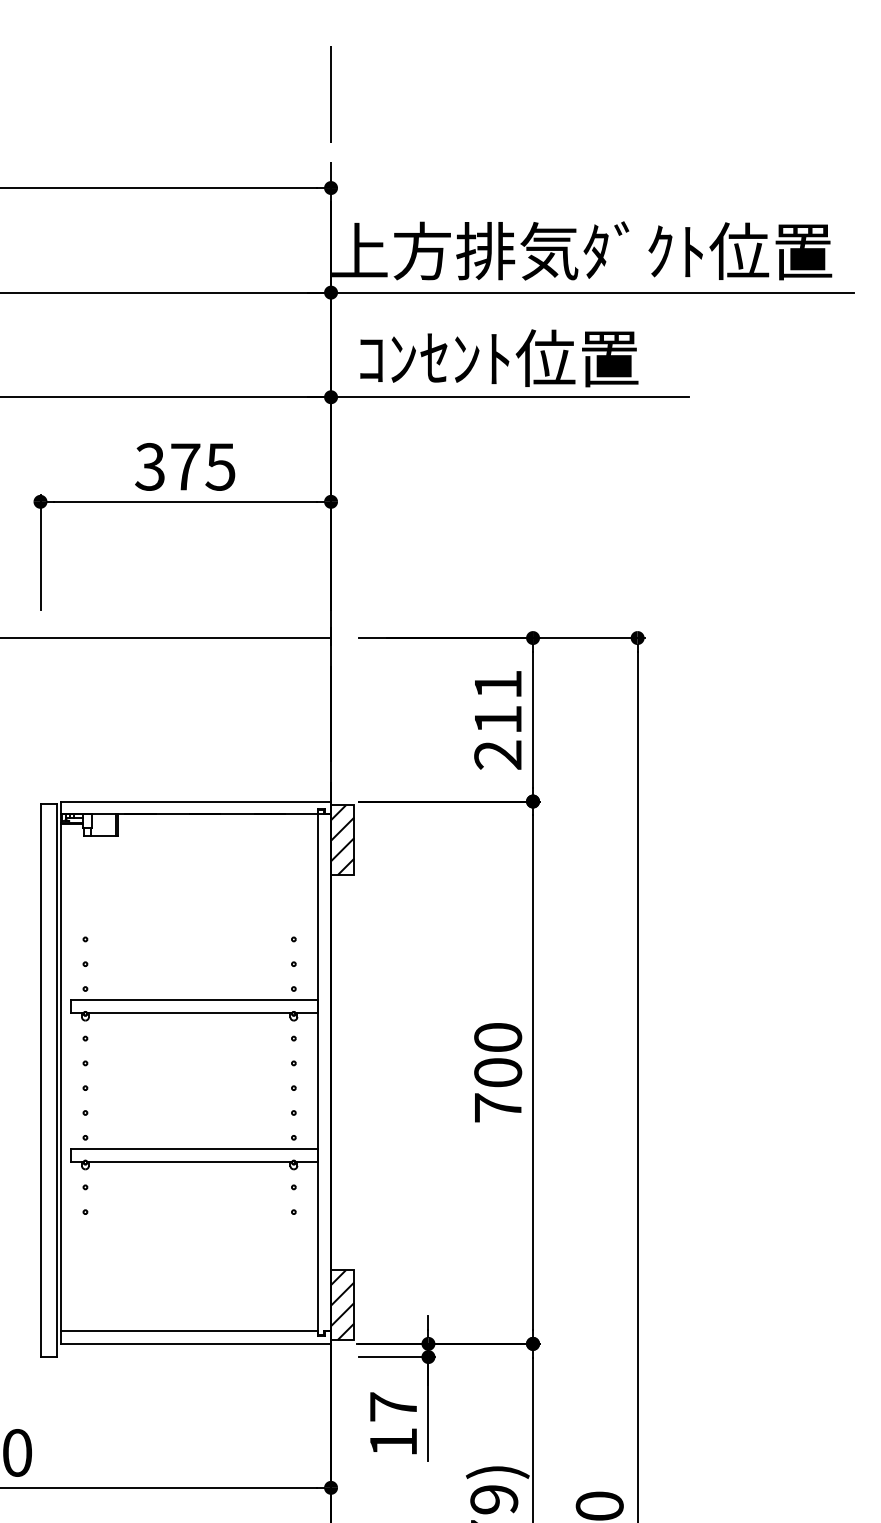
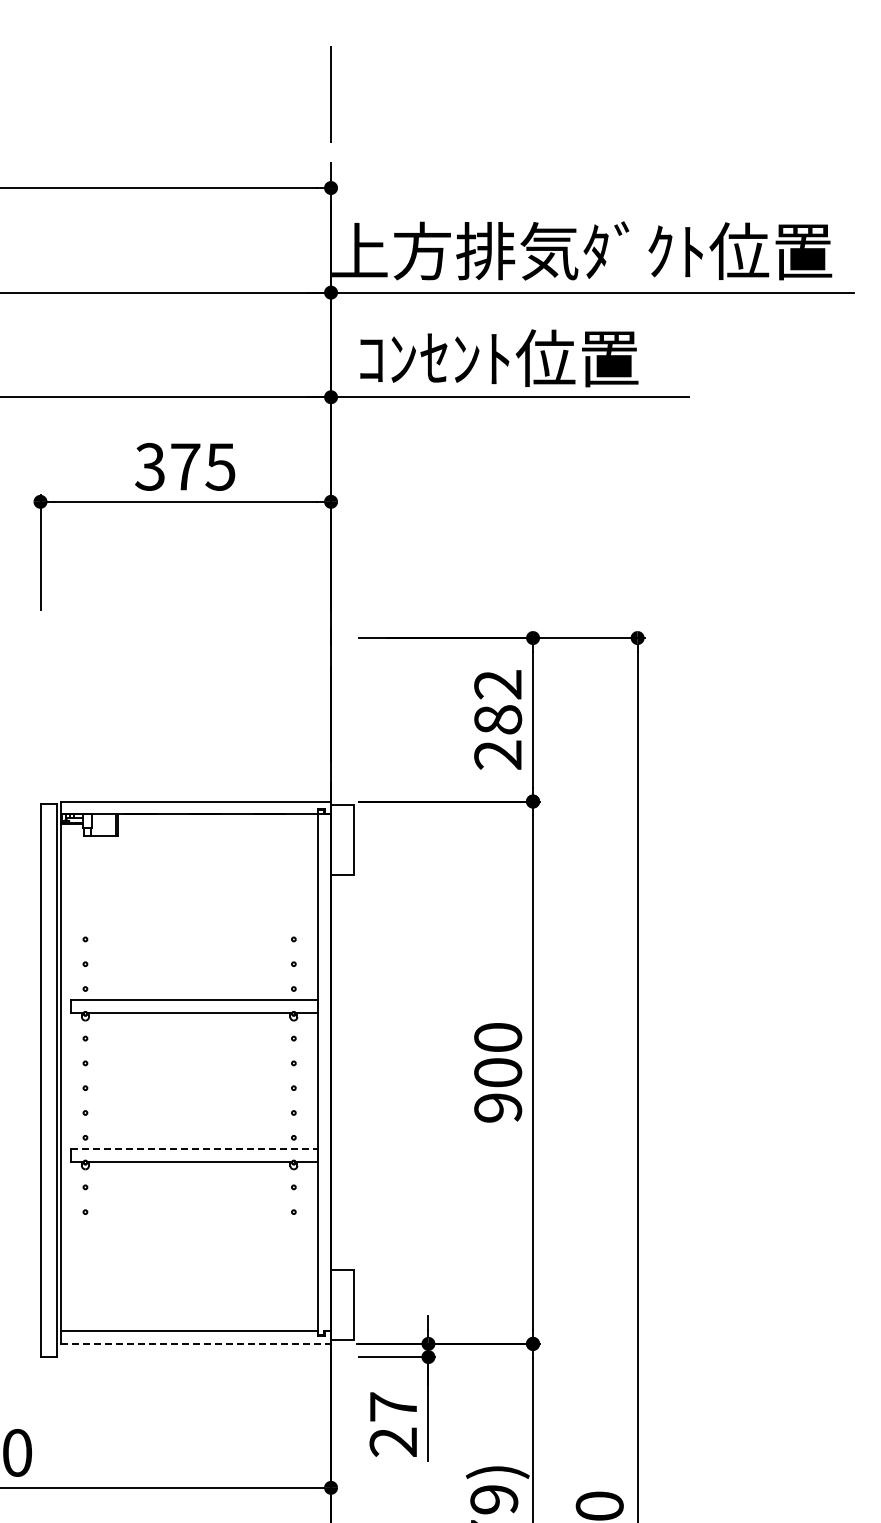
line at (166, 638): present -> none
text at (498, 702): 211 -> 282
hatch at (342, 840): present -> none
text at (498, 1107): 700 -> 900
line at (195, 1149): solid -> dashed
hatch at (342, 1305): present -> none
line at (196, 1343): solid -> dashed
text at (392, 1441): 17 -> 27
